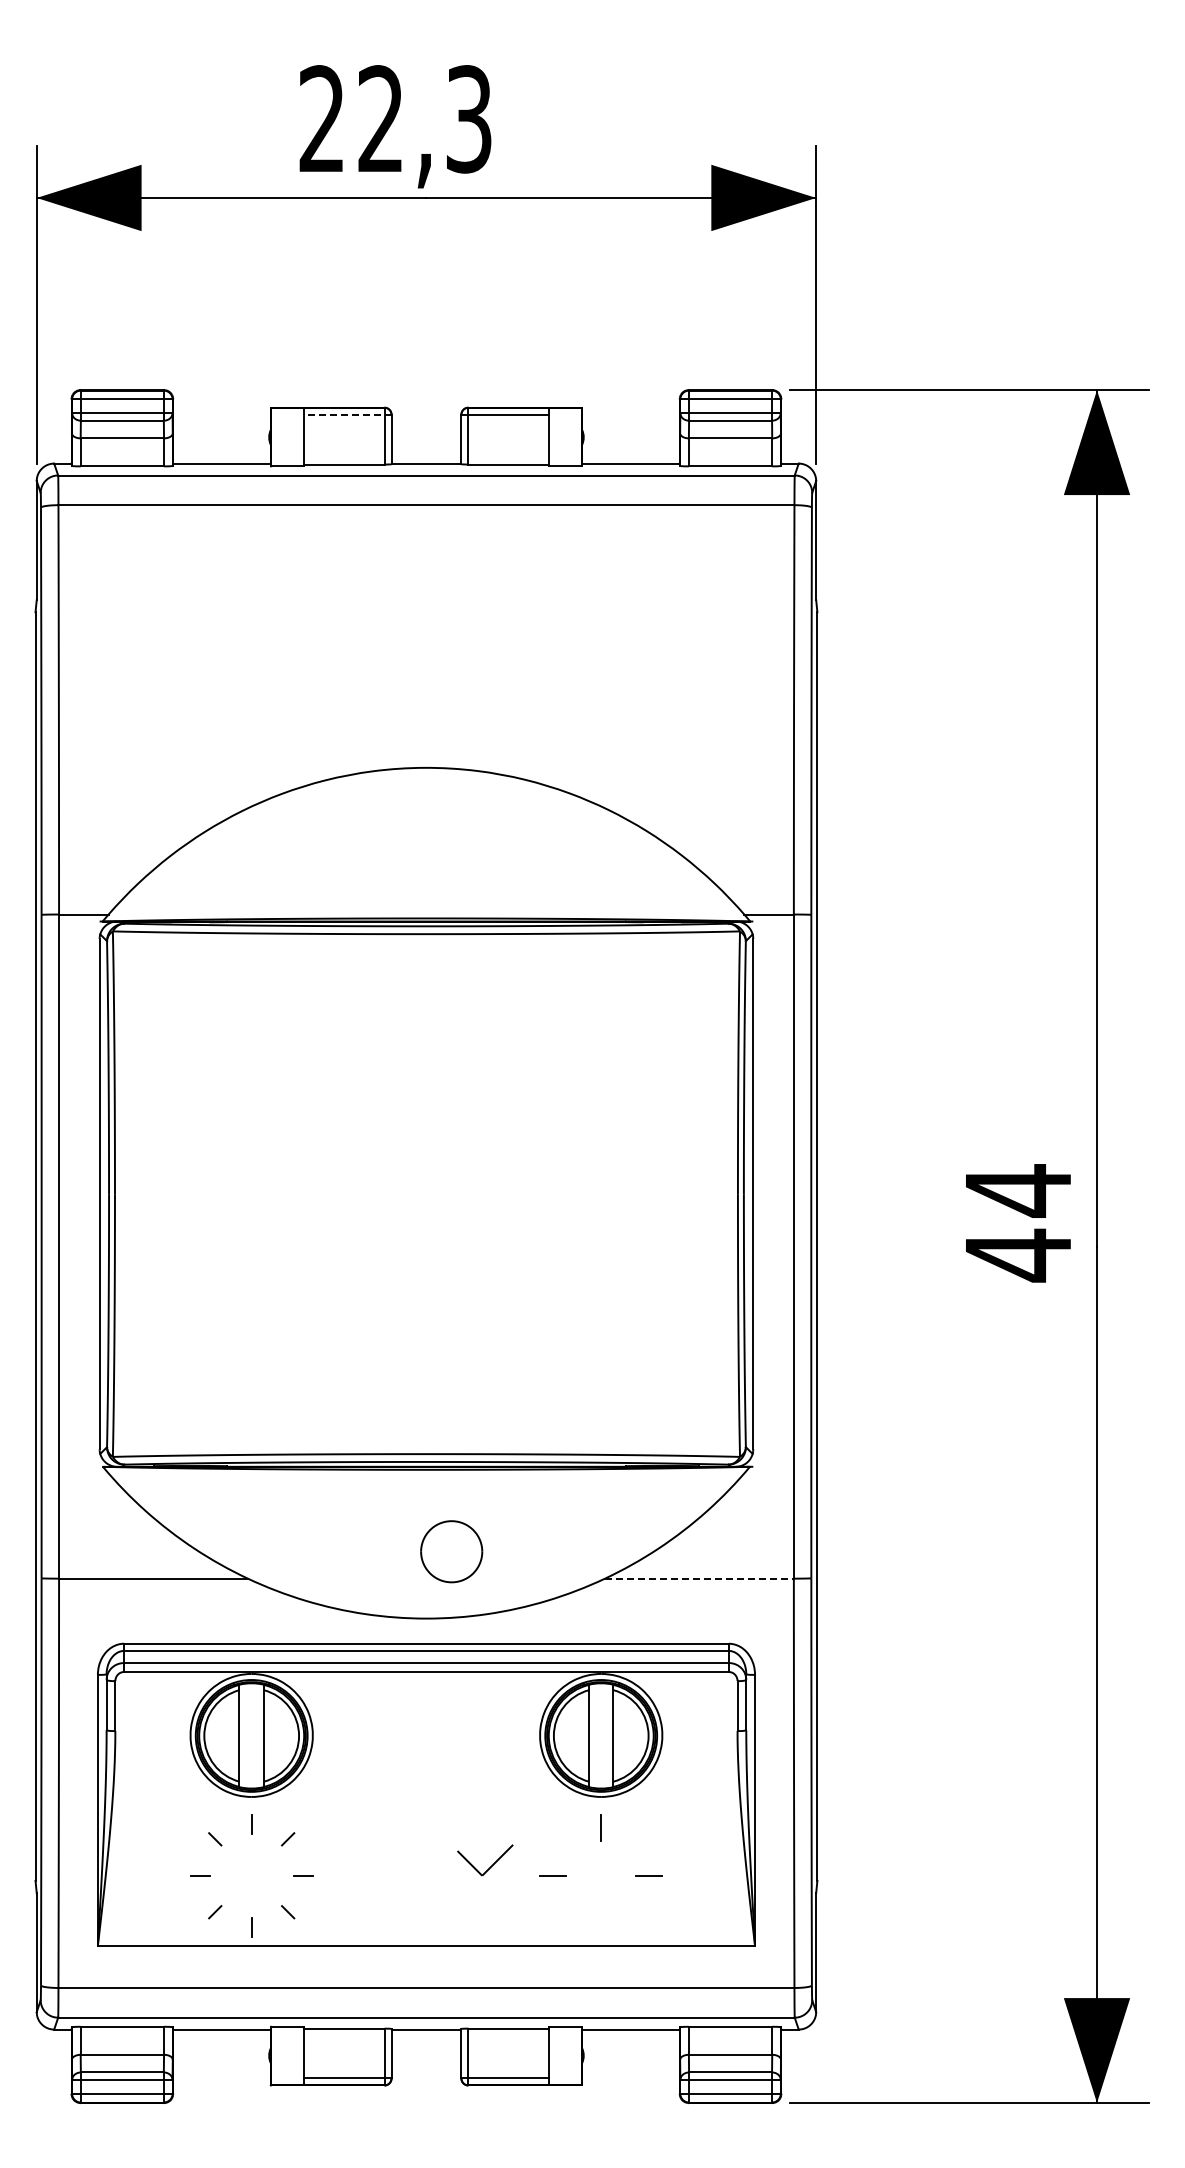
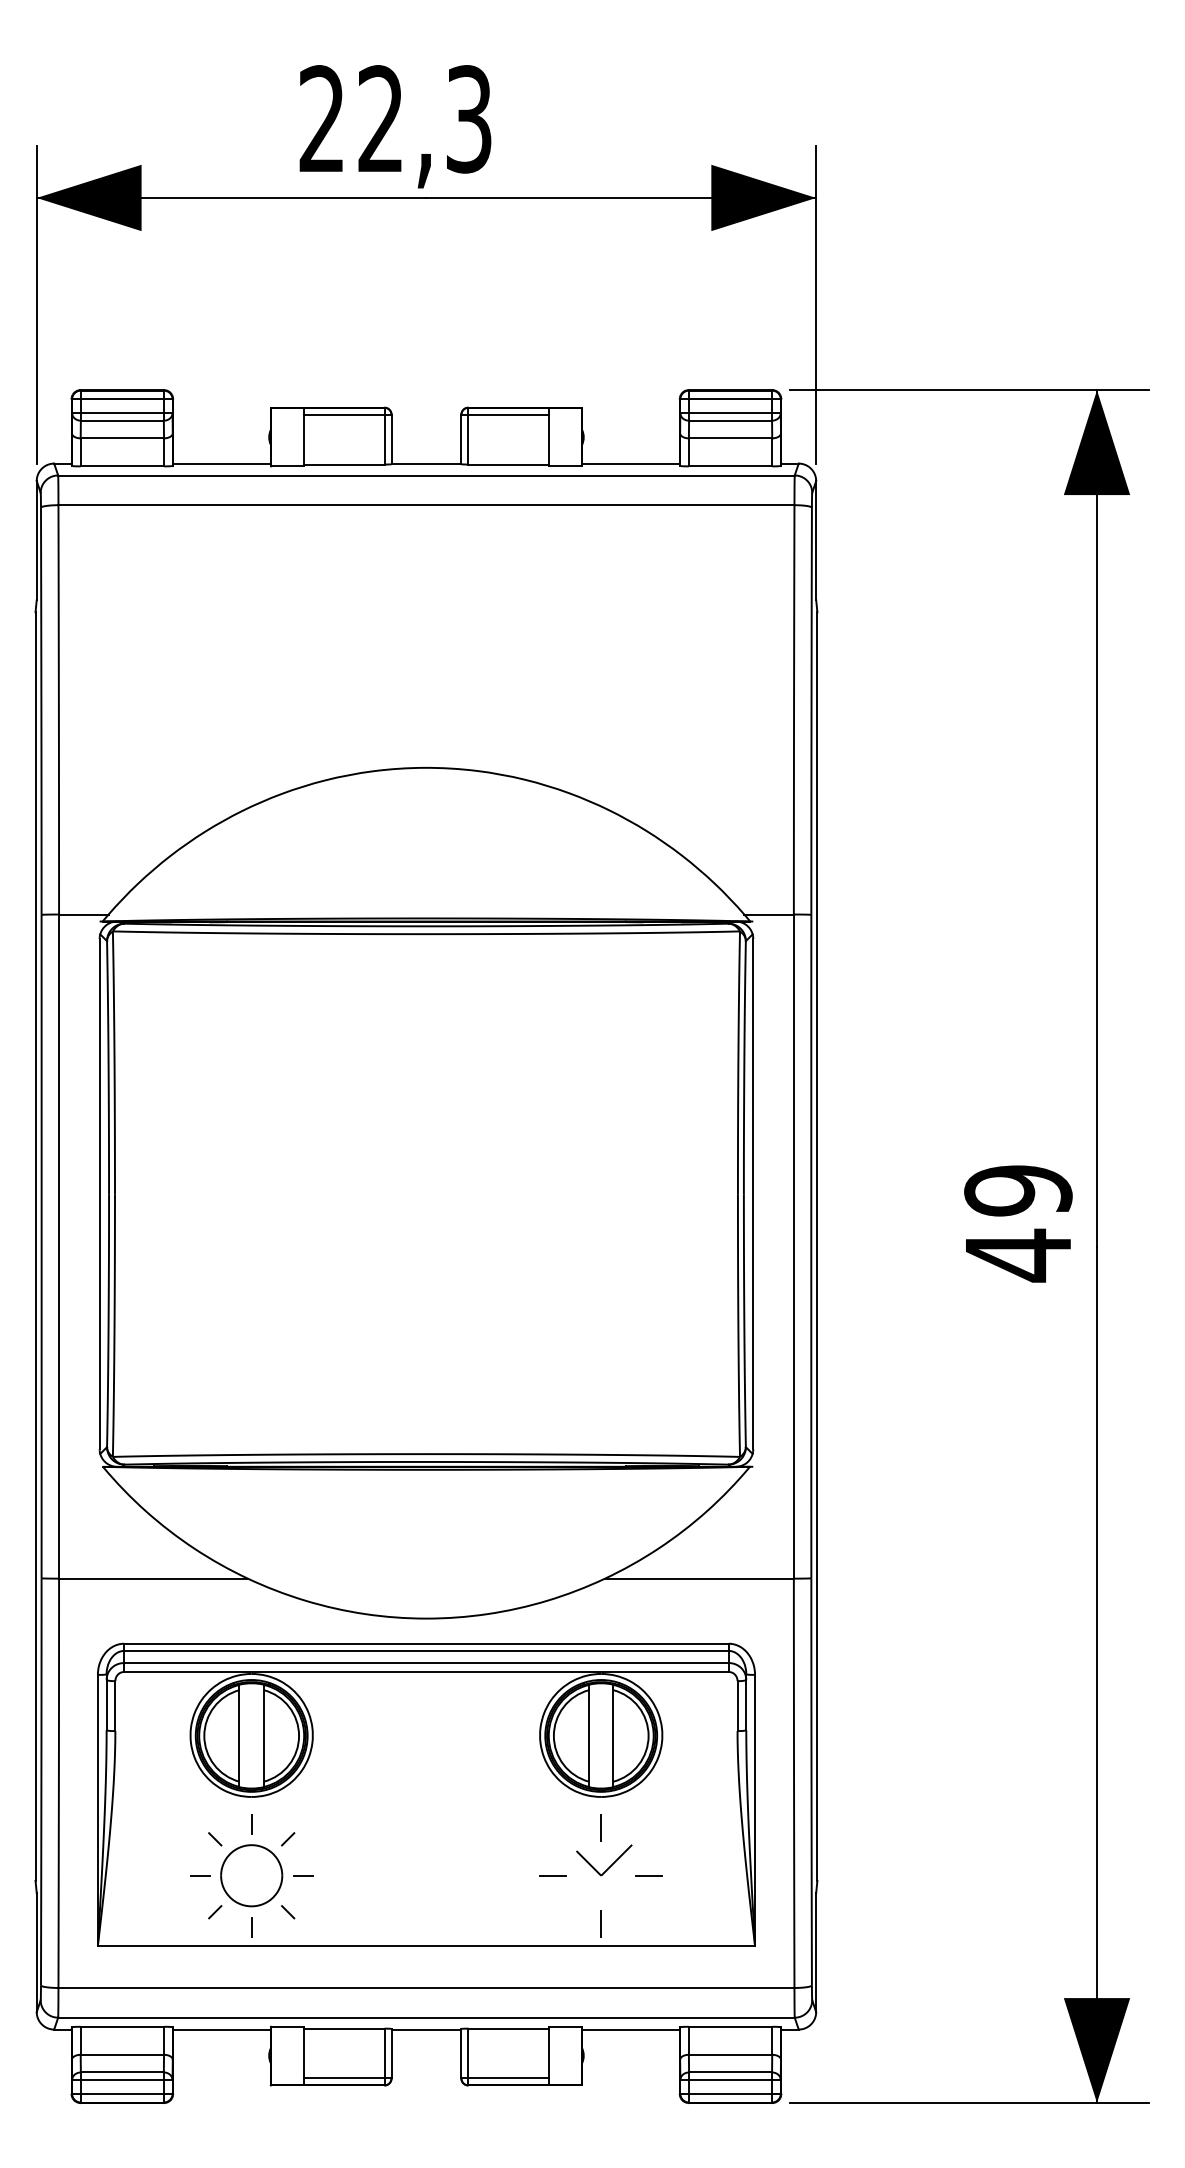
line at (347, 414): dashed -> solid
text at (1018, 1190): 44 -> 49
part at (451, 1551) position: (451, 1551) -> (251, 1875)
line at (699, 1578): dashed -> solid
part at (491, 1865) position: (491, 1865) -> (610, 1865)
line at (601, 1923): none -> present
